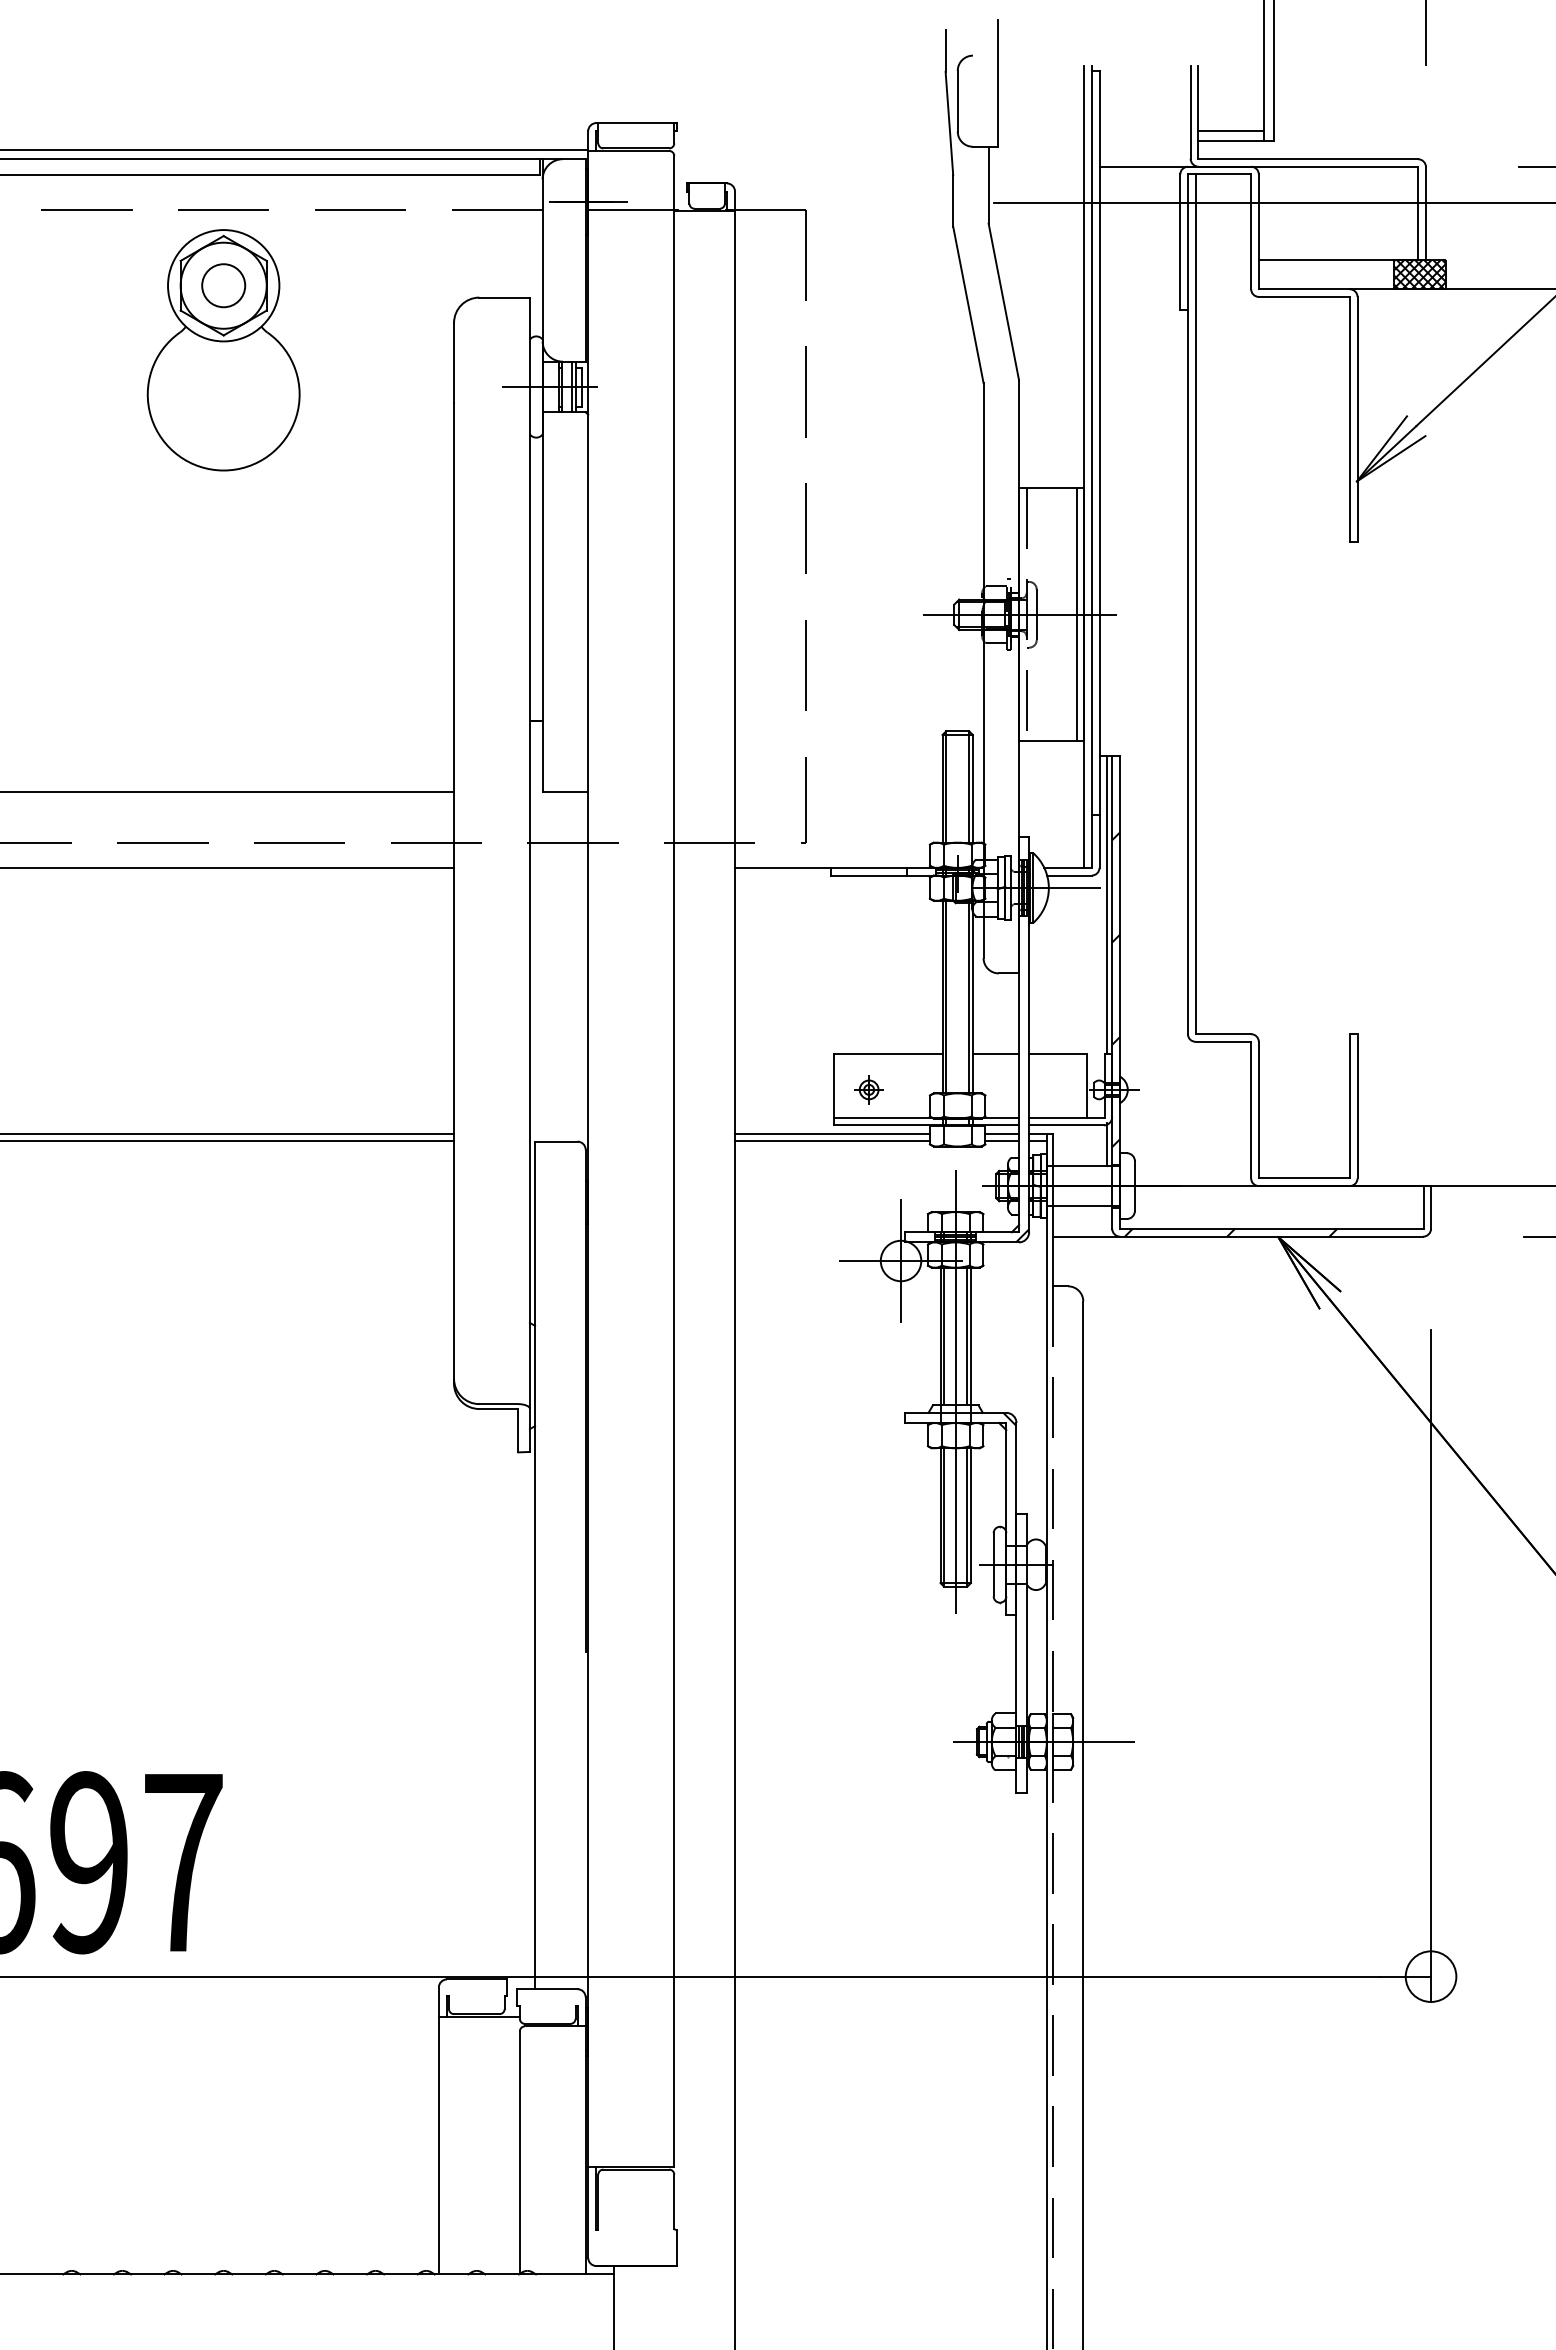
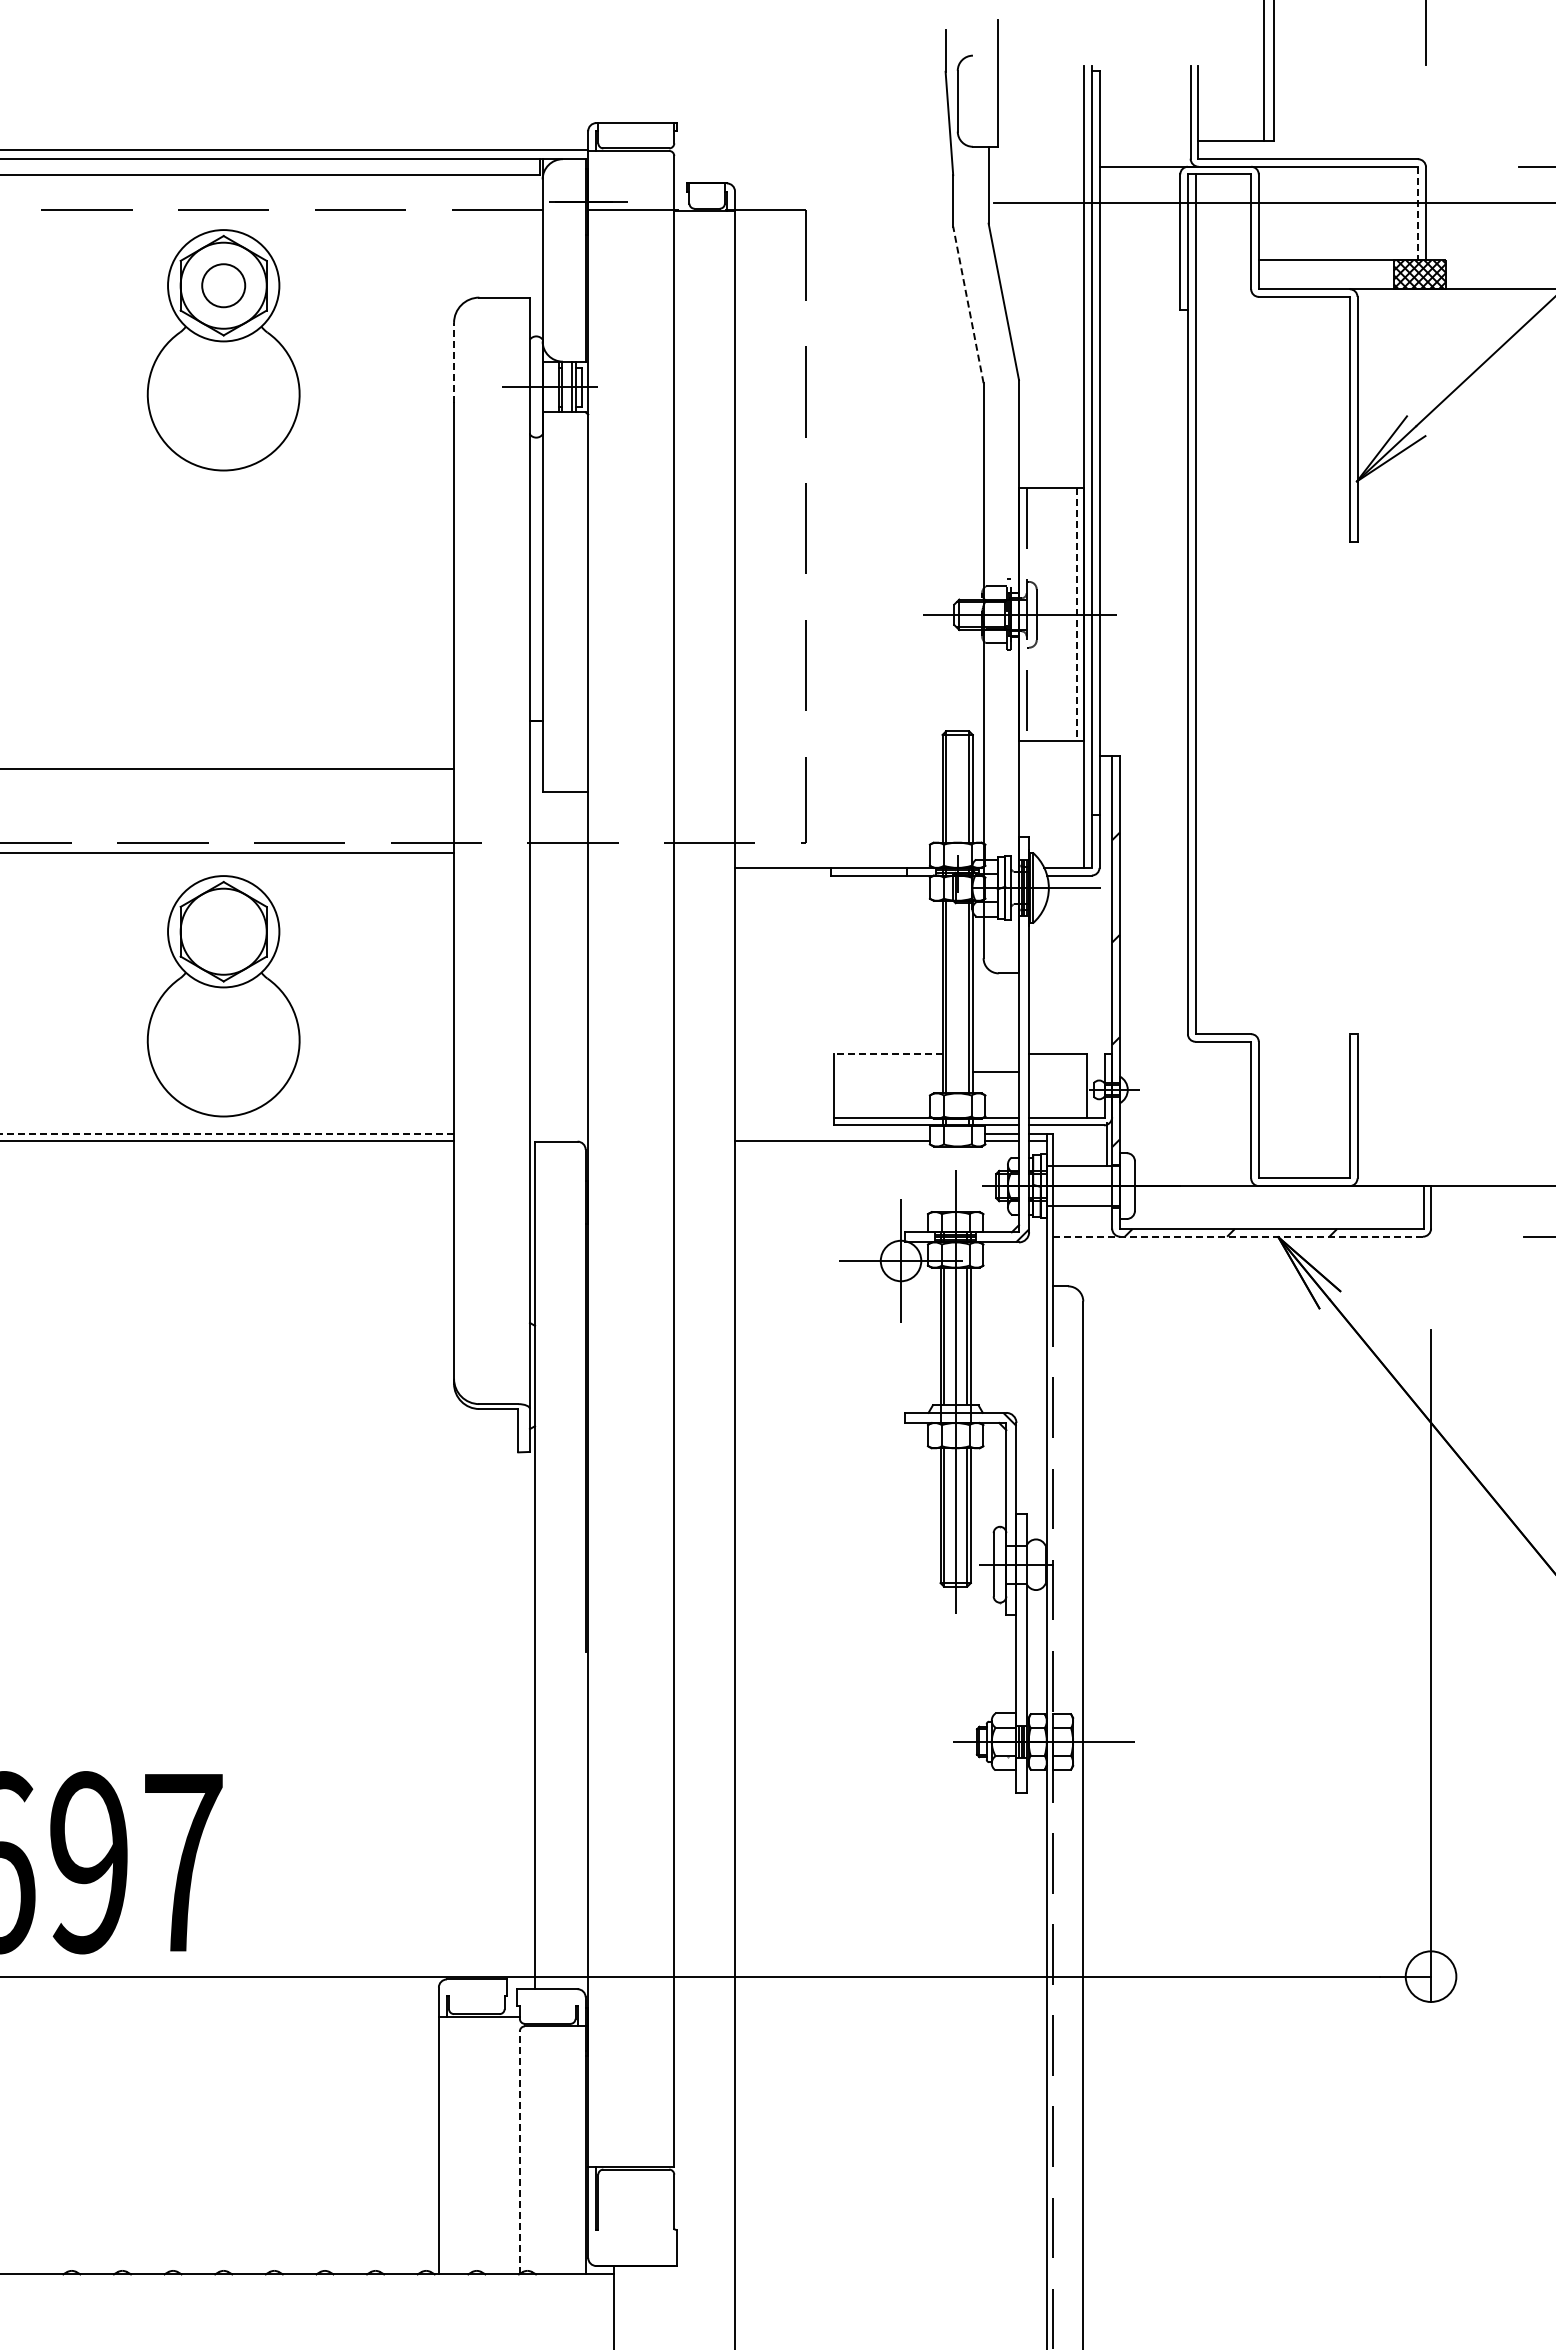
line at (1231, 131): present -> none
line at (1418, 213): solid -> dashed
line at (968, 304): solid -> dashed
line at (454, 362): solid -> dashed
line at (1076, 614): solid -> dashed
line at (228, 791) position: (228, 791) -> (228, 768)
line at (228, 867) position: (228, 867) -> (228, 852)
line at (1107, 904): present -> none
part at (223, 996): none -> present
line at (887, 1054): solid -> dashed
line at (995, 1054) position: (995, 1054) -> (995, 1072)
part at (868, 1089): present -> none
line at (227, 1134): solid -> dashed
line at (832, 1134): present -> none
line at (1238, 1236): solid -> dashed
line at (519, 2152): solid -> dashed
